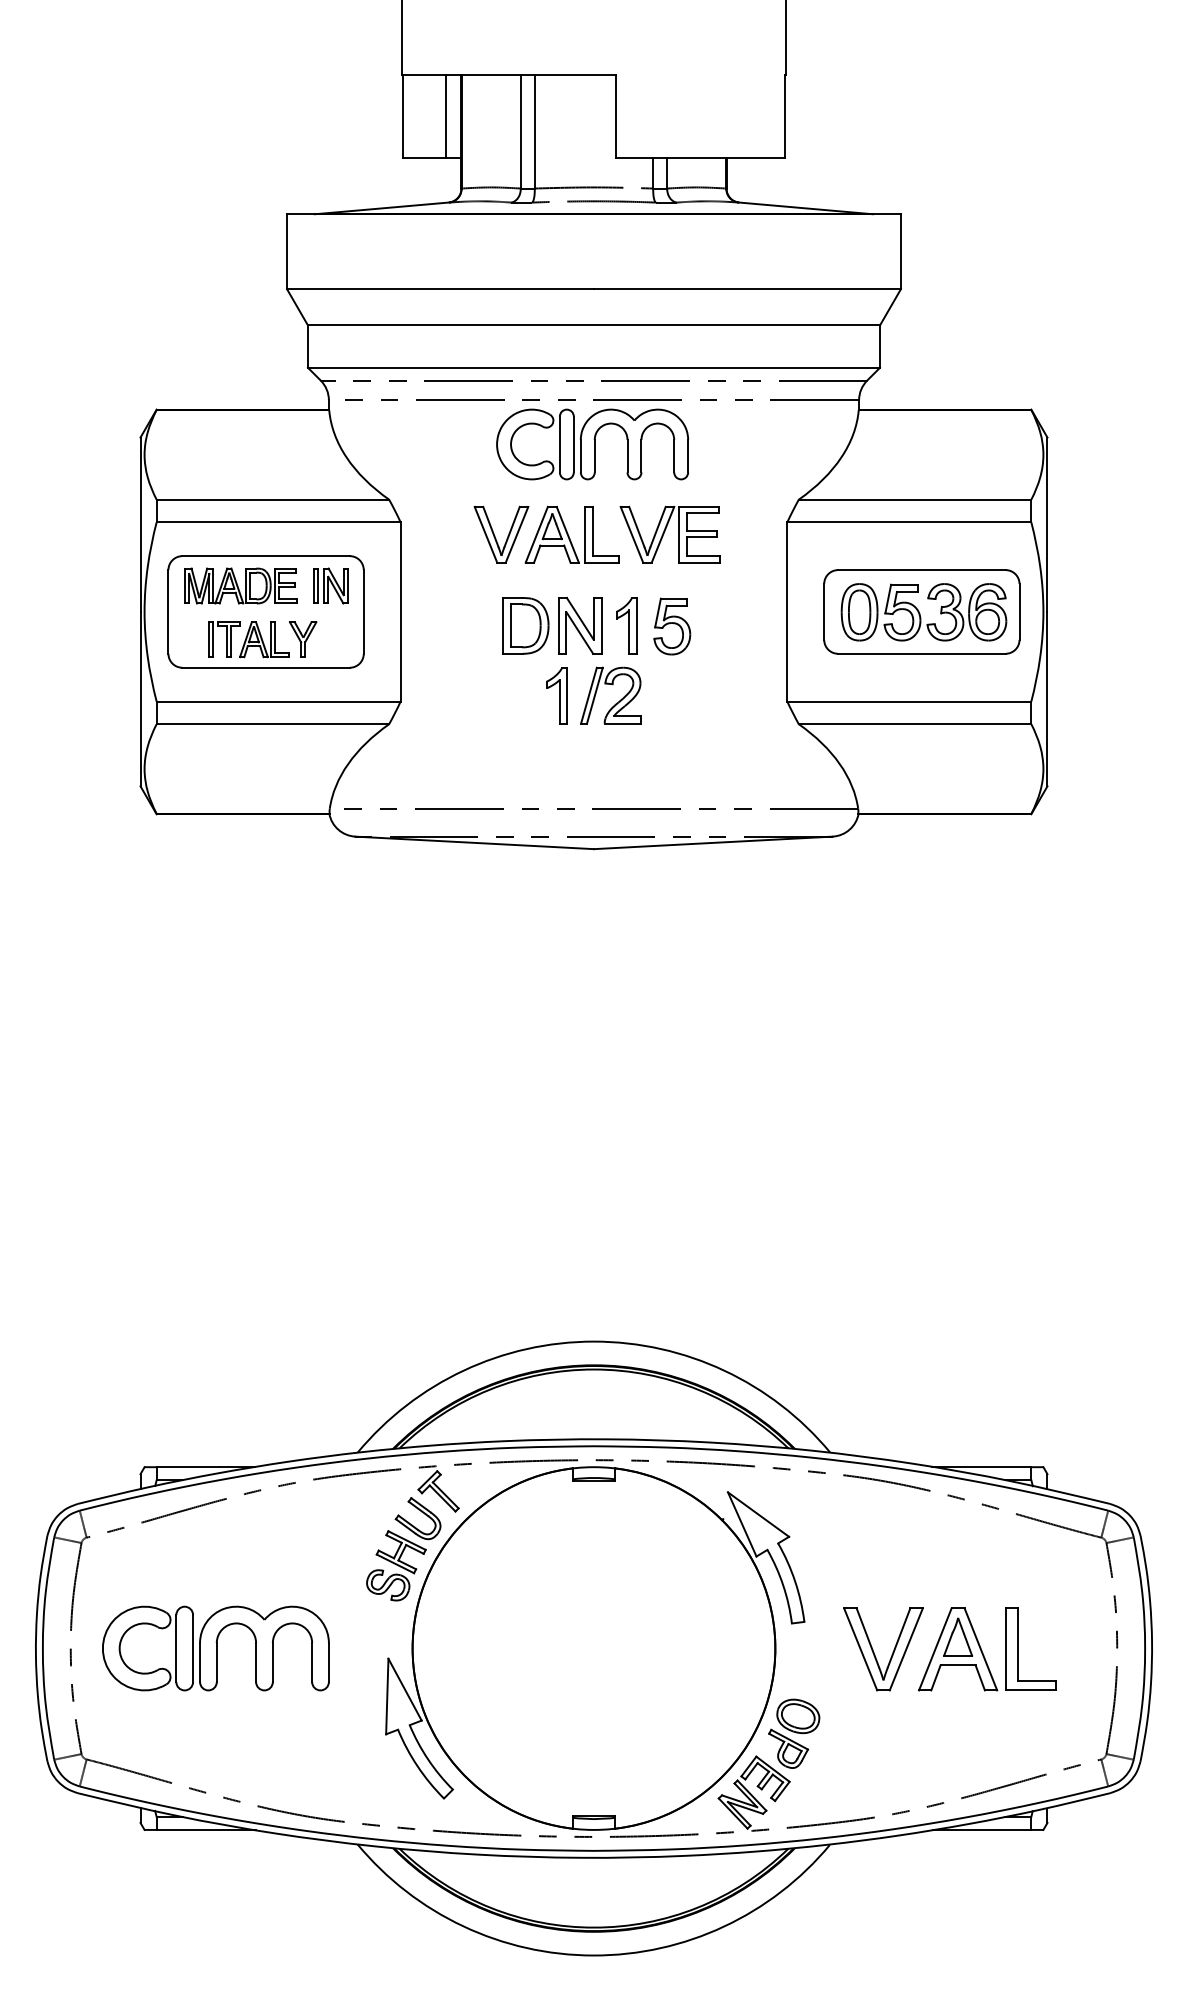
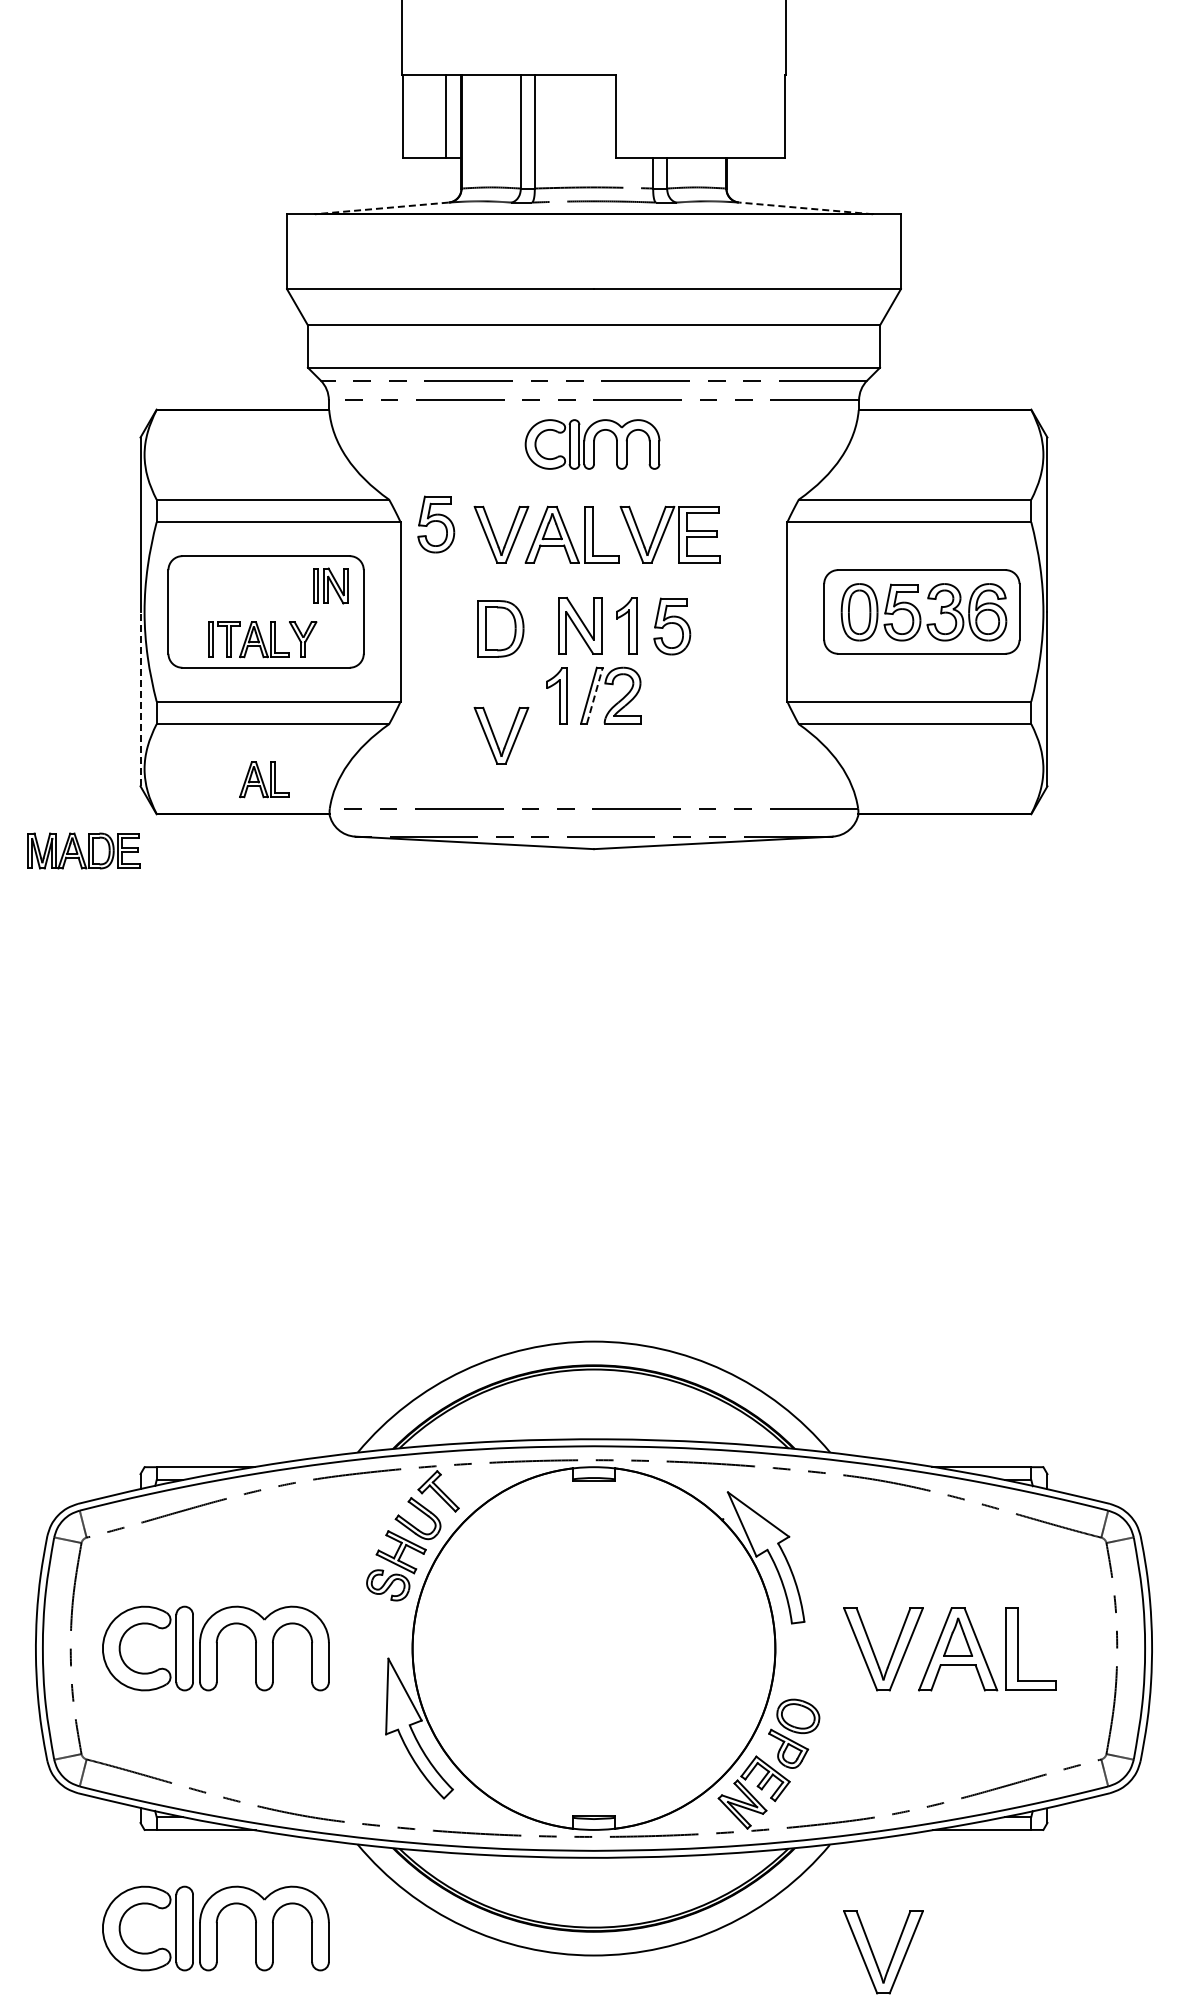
line at (381, 208): solid -> dashed
line at (805, 208): solid -> dashed
part at (592, 444) size: 193x73 px -> 137x51 px
part at (436, 524): none -> present
part at (240, 585) position: (240, 585) -> (83, 850)
part at (525, 625) position: (525, 625) -> (500, 628)
line at (594, 695): solid -> dashed
line at (140, 698): solid -> dashed
part at (495, 736): none -> present
part at (264, 779): none -> present
part at (215, 1928): none -> present
part at (875, 1957): none -> present
